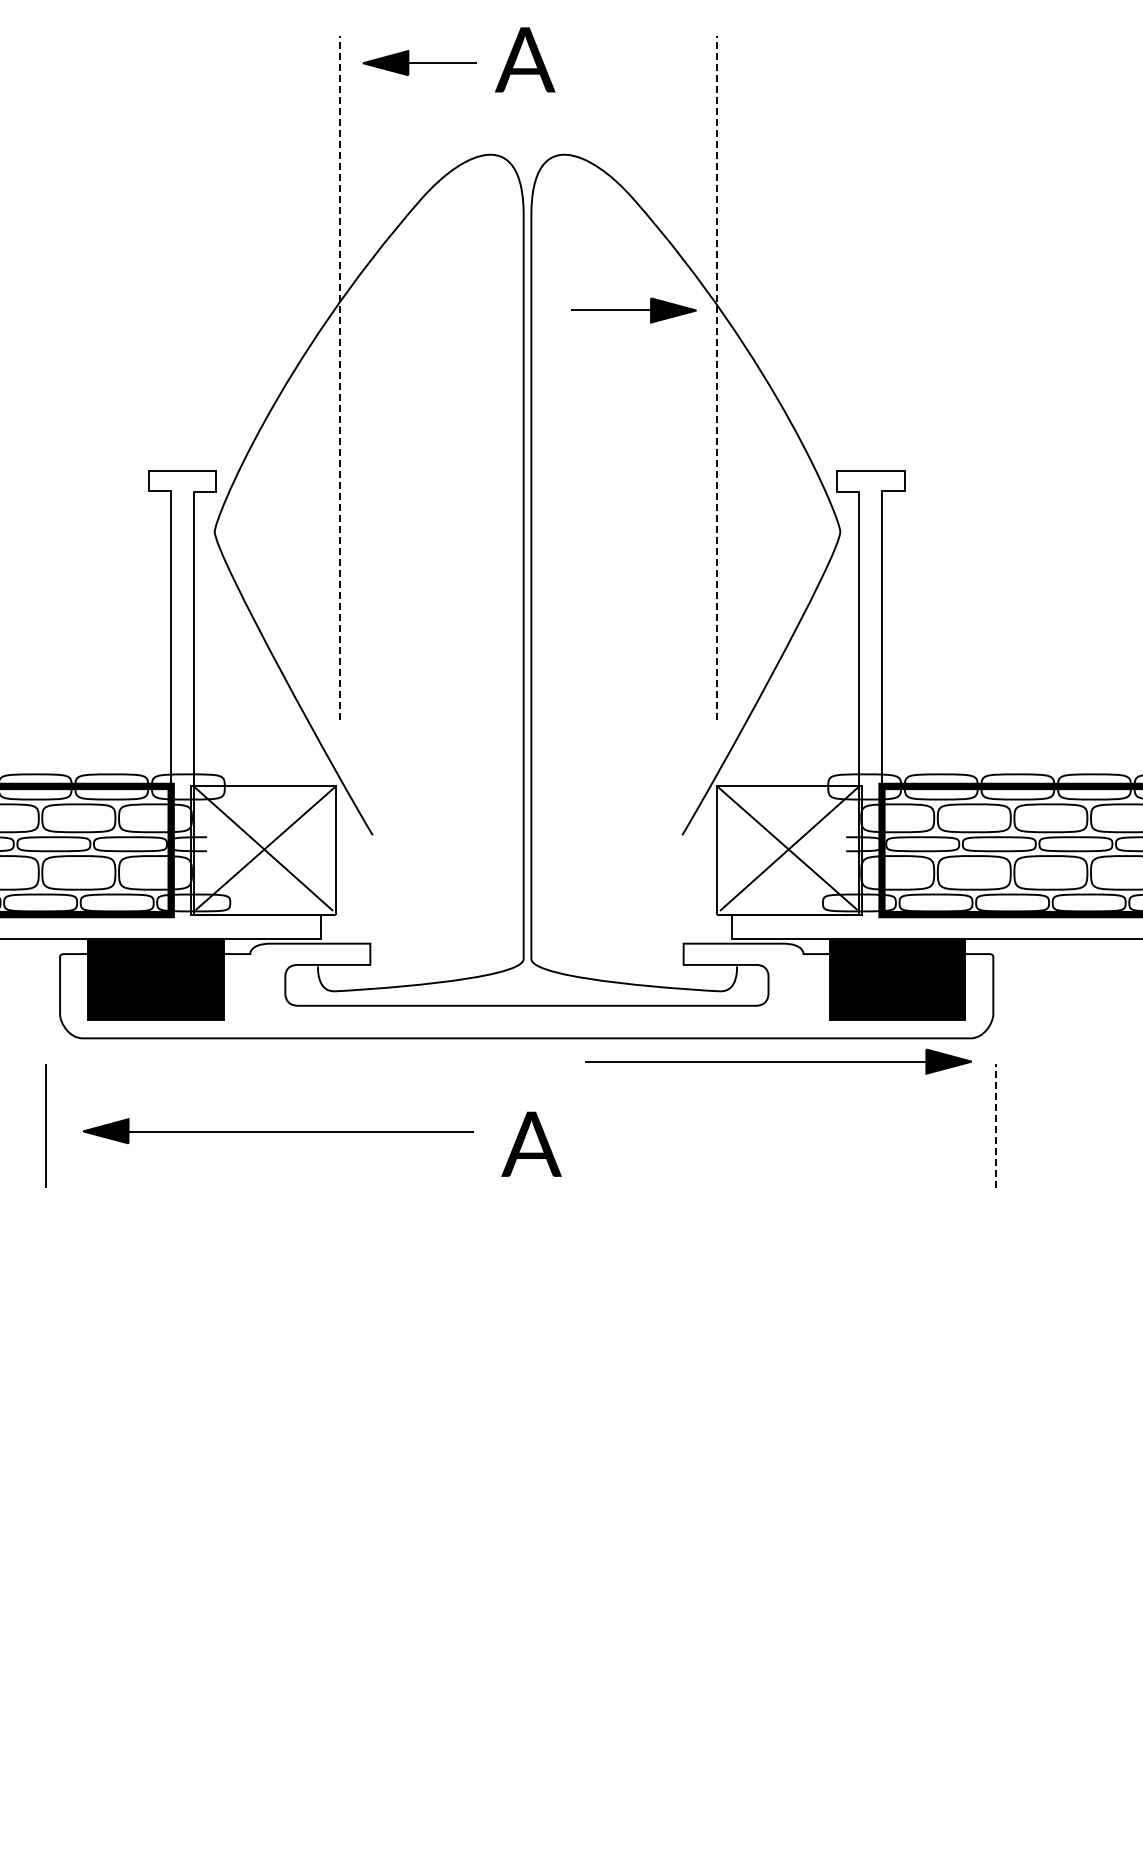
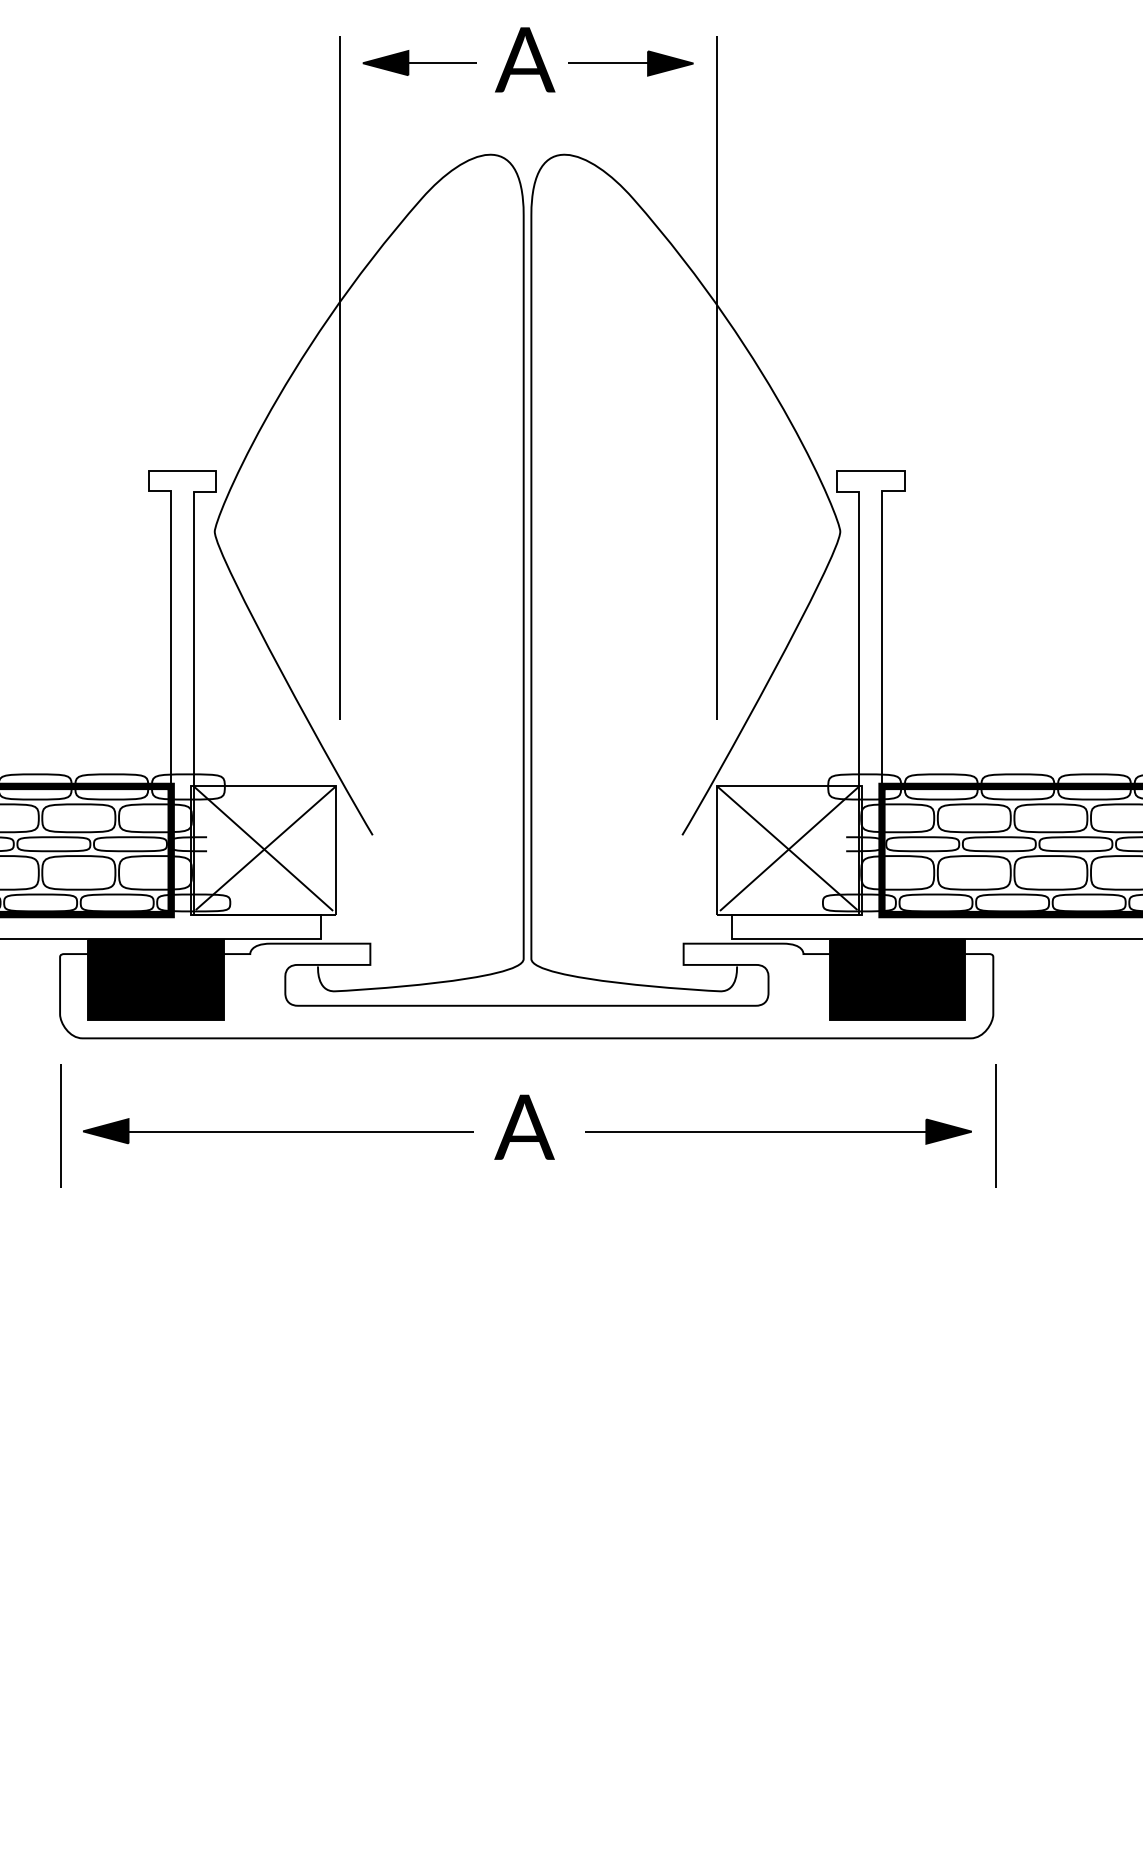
part at (633, 310) position: (633, 310) -> (630, 63)
line at (339, 378): dashed -> solid
line at (716, 378): dashed -> solid
part at (778, 1061) position: (778, 1061) -> (778, 1131)
line at (45, 1125) position: (45, 1125) -> (60, 1125)
line at (995, 1125): dashed -> solid
text at (531, 1143) position: (531, 1143) -> (524, 1126)
